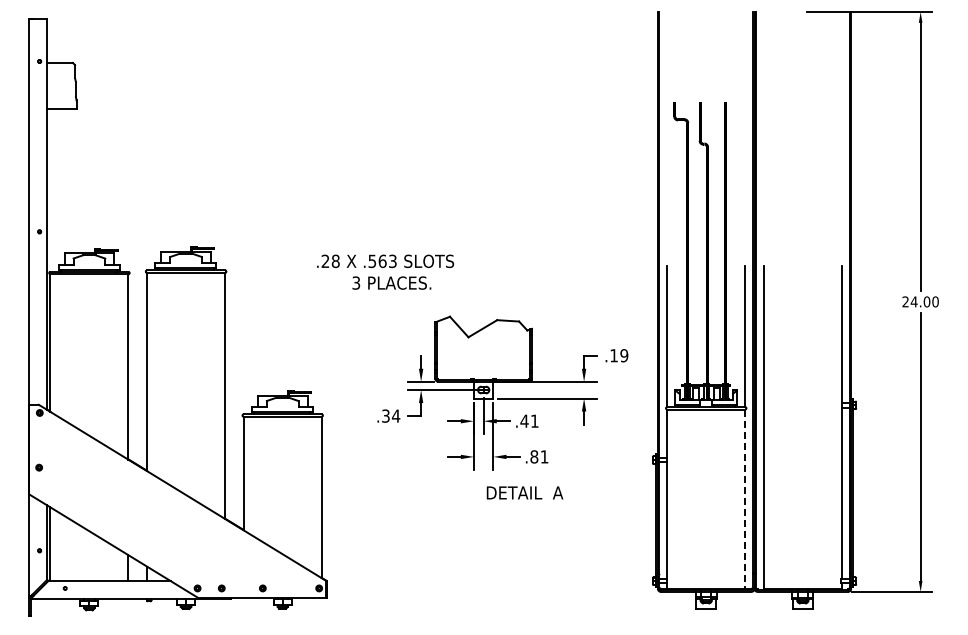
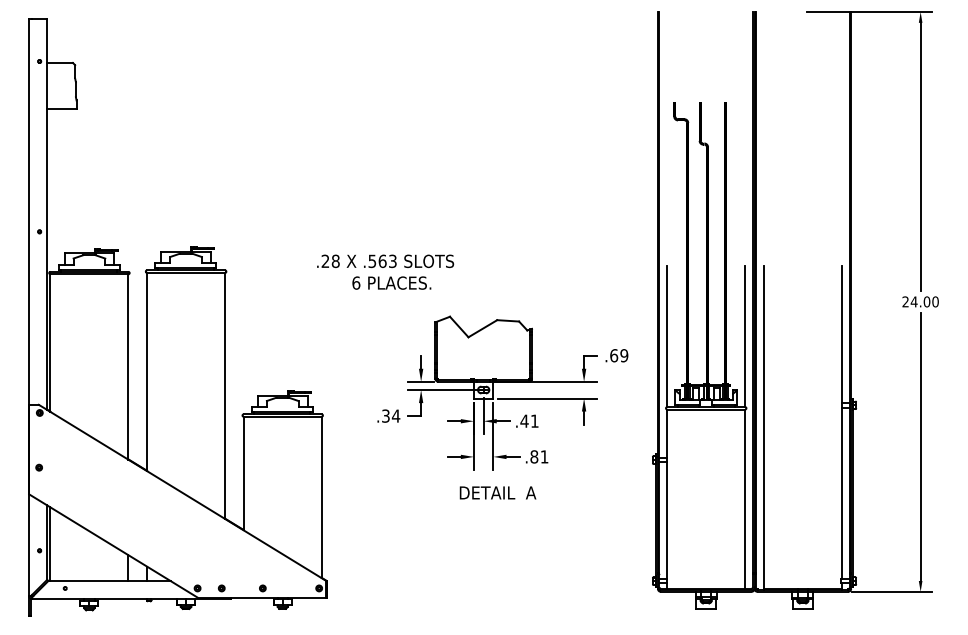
text at (356, 282): 3 -> 6
text at (614, 355): .19 -> .69
text at (524, 492) position: (524, 492) -> (497, 492)
line at (745, 499): dashed -> solid
